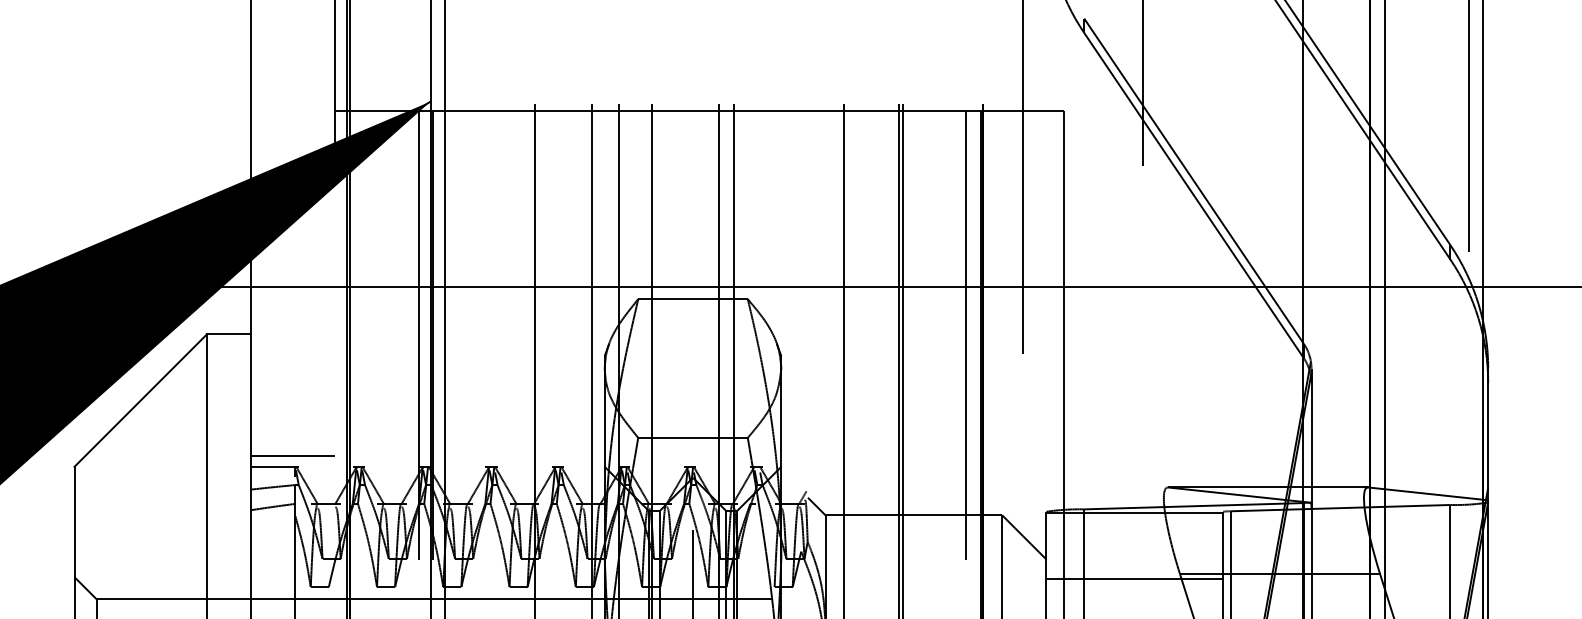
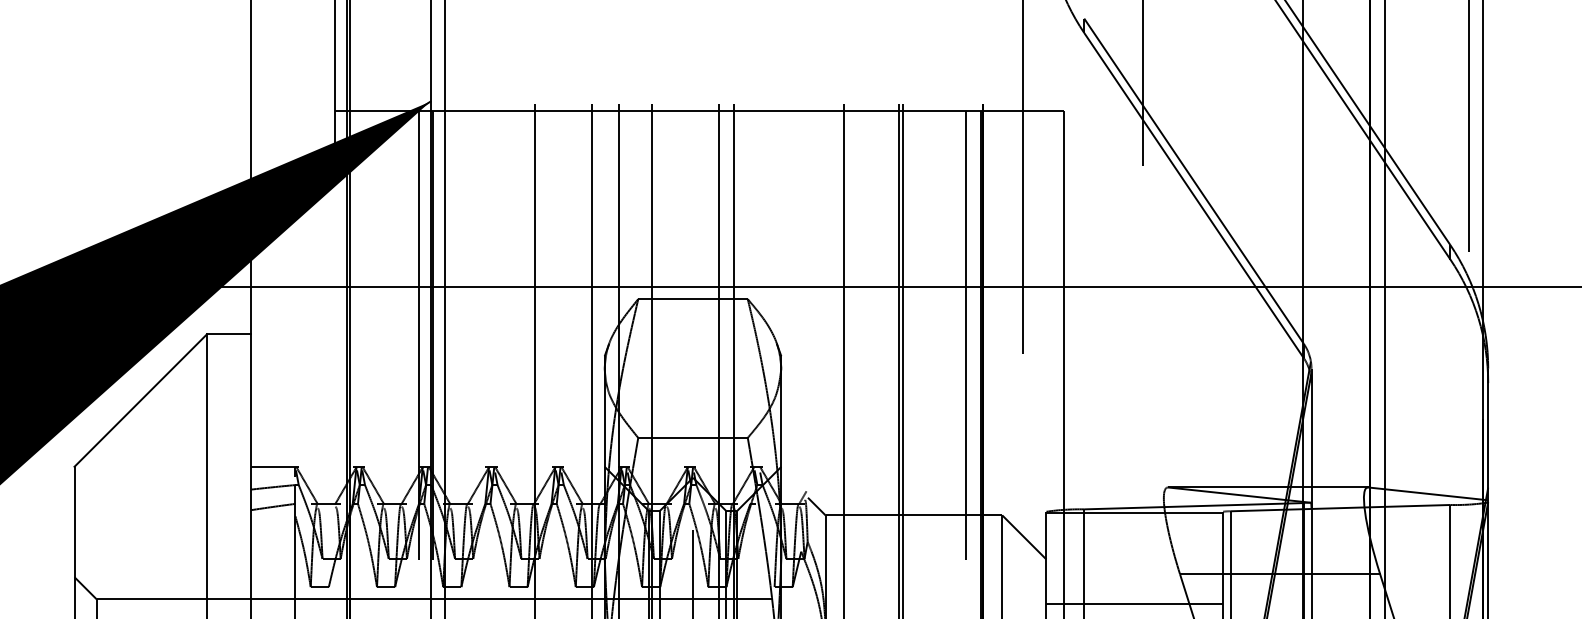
line at (293, 456): present -> none
line at (1134, 579) position: (1134, 579) -> (1134, 604)
